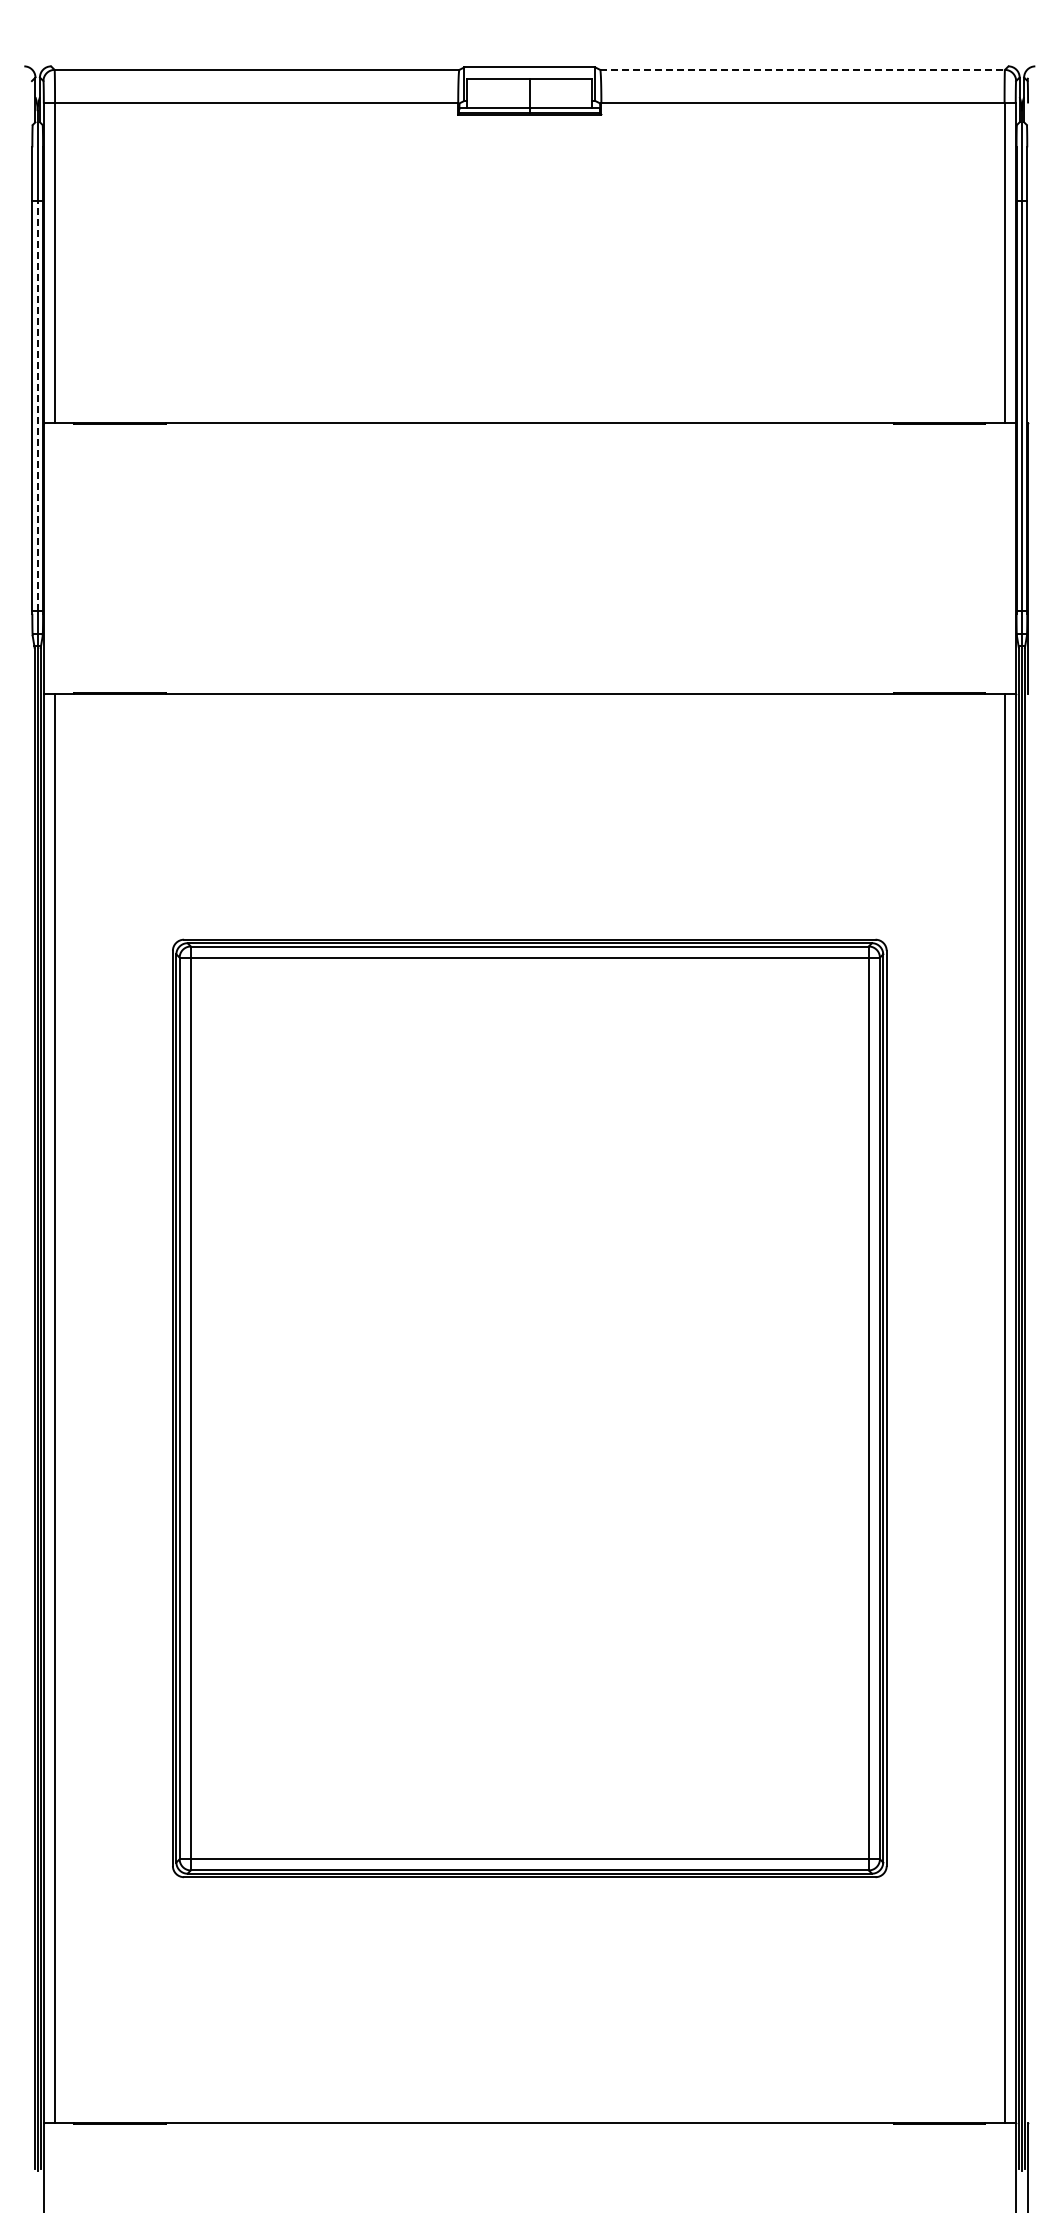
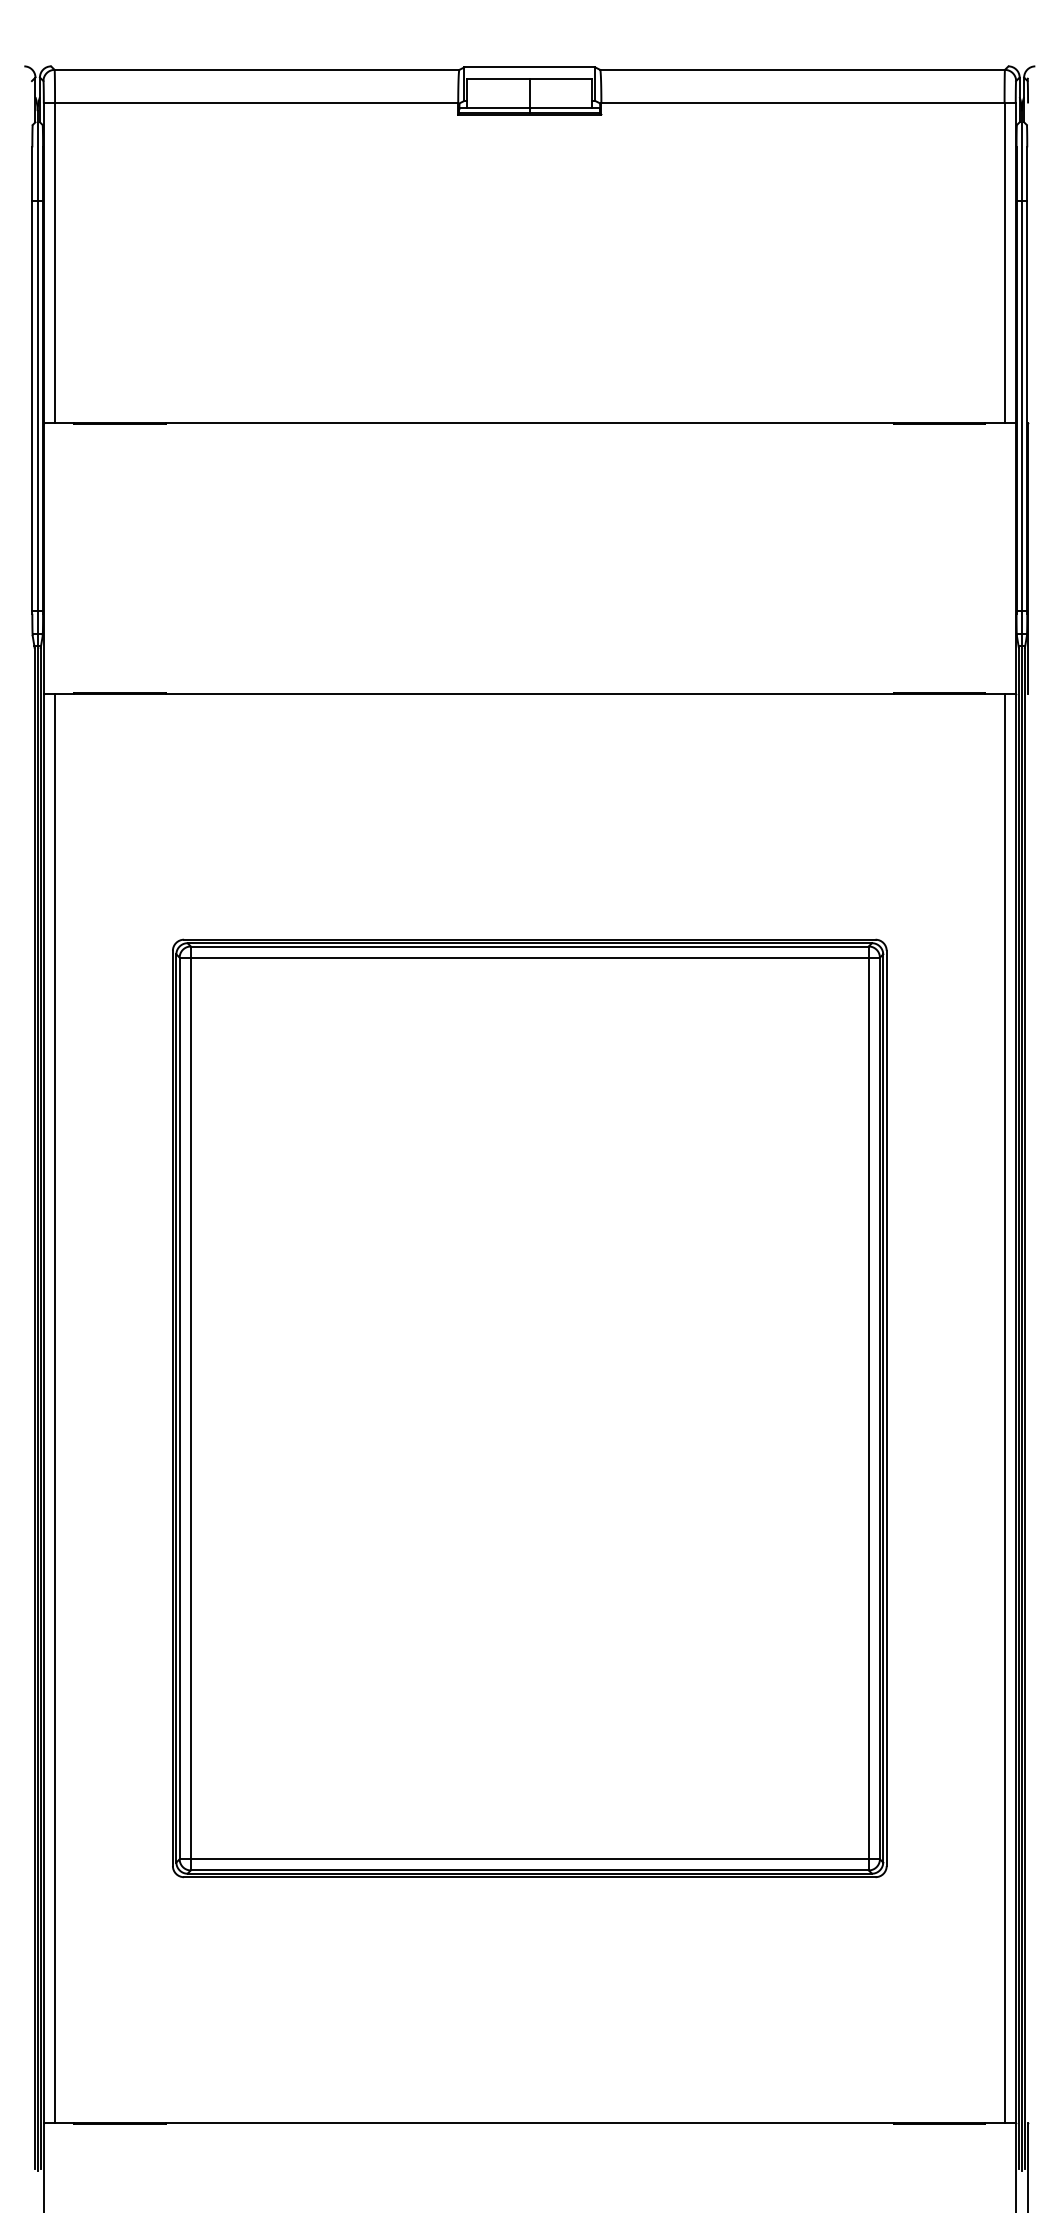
line at (803, 69): dashed -> solid
line at (37, 405): dashed -> solid
